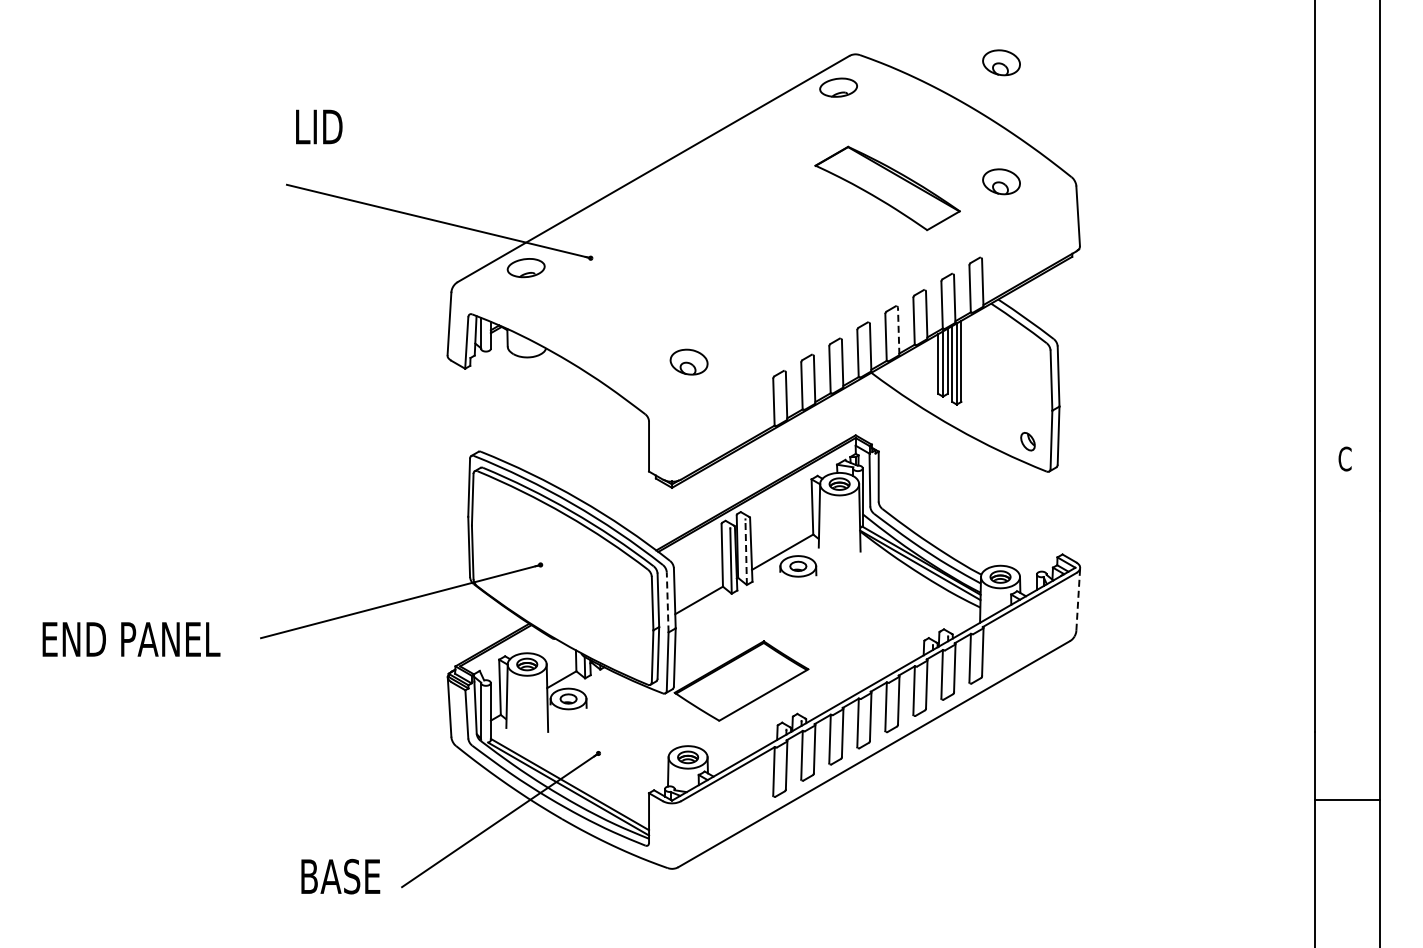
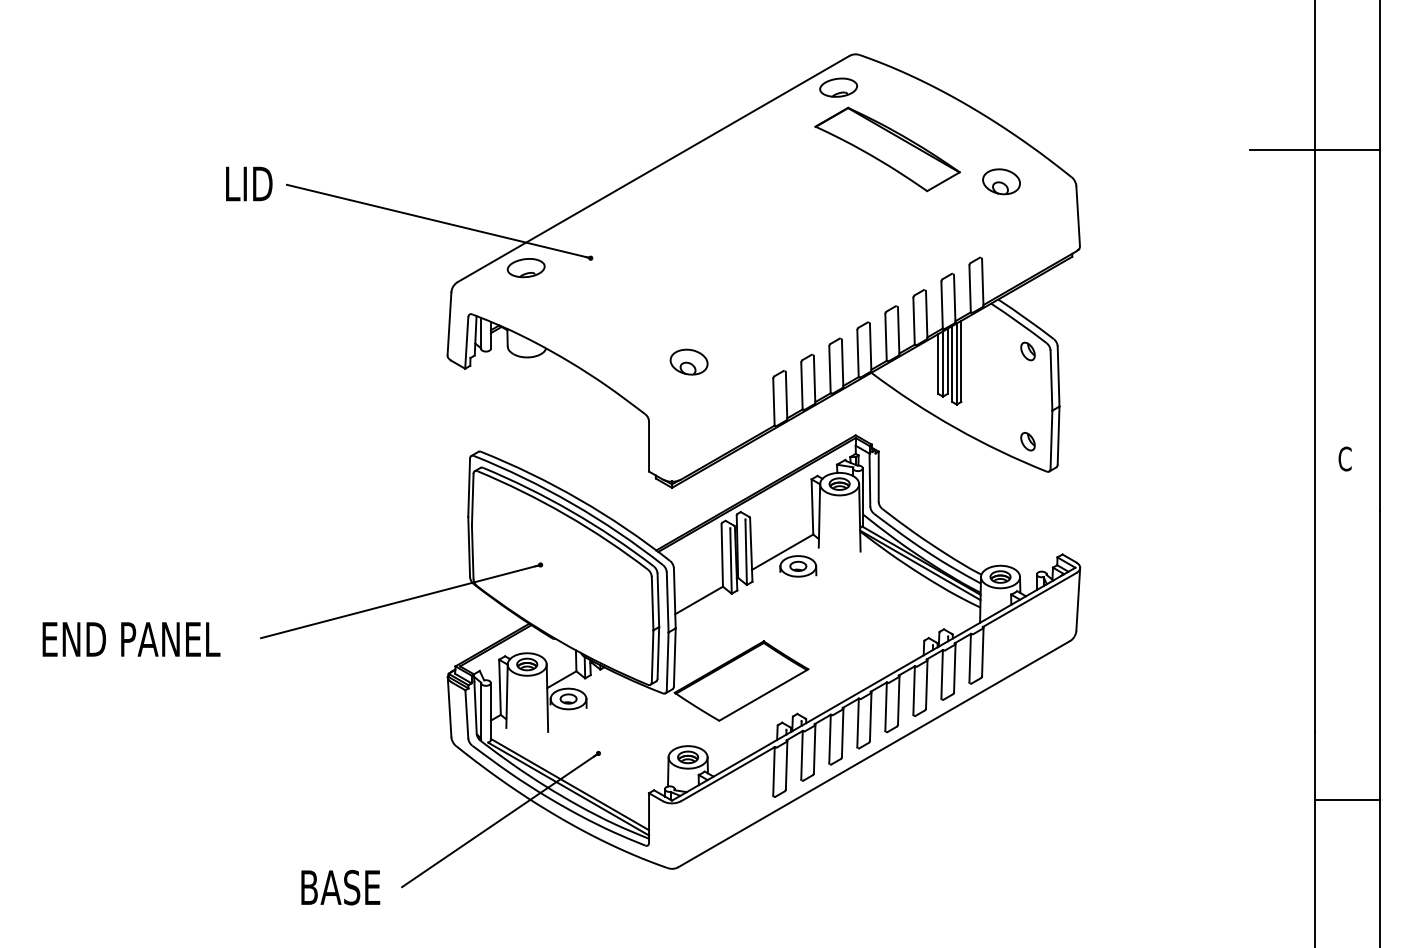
part at (1001, 62): present -> none
text at (319, 126) position: (319, 126) -> (249, 183)
line at (1315, 150): none -> present
part at (887, 188) position: (887, 188) -> (887, 149)
line at (898, 331): dashed -> solid
part at (1027, 351): none -> present
line at (746, 552): dashed -> solid
line at (1078, 598): dashed -> solid
line at (667, 601): dashed -> solid
text at (340, 876) position: (340, 876) -> (340, 887)
